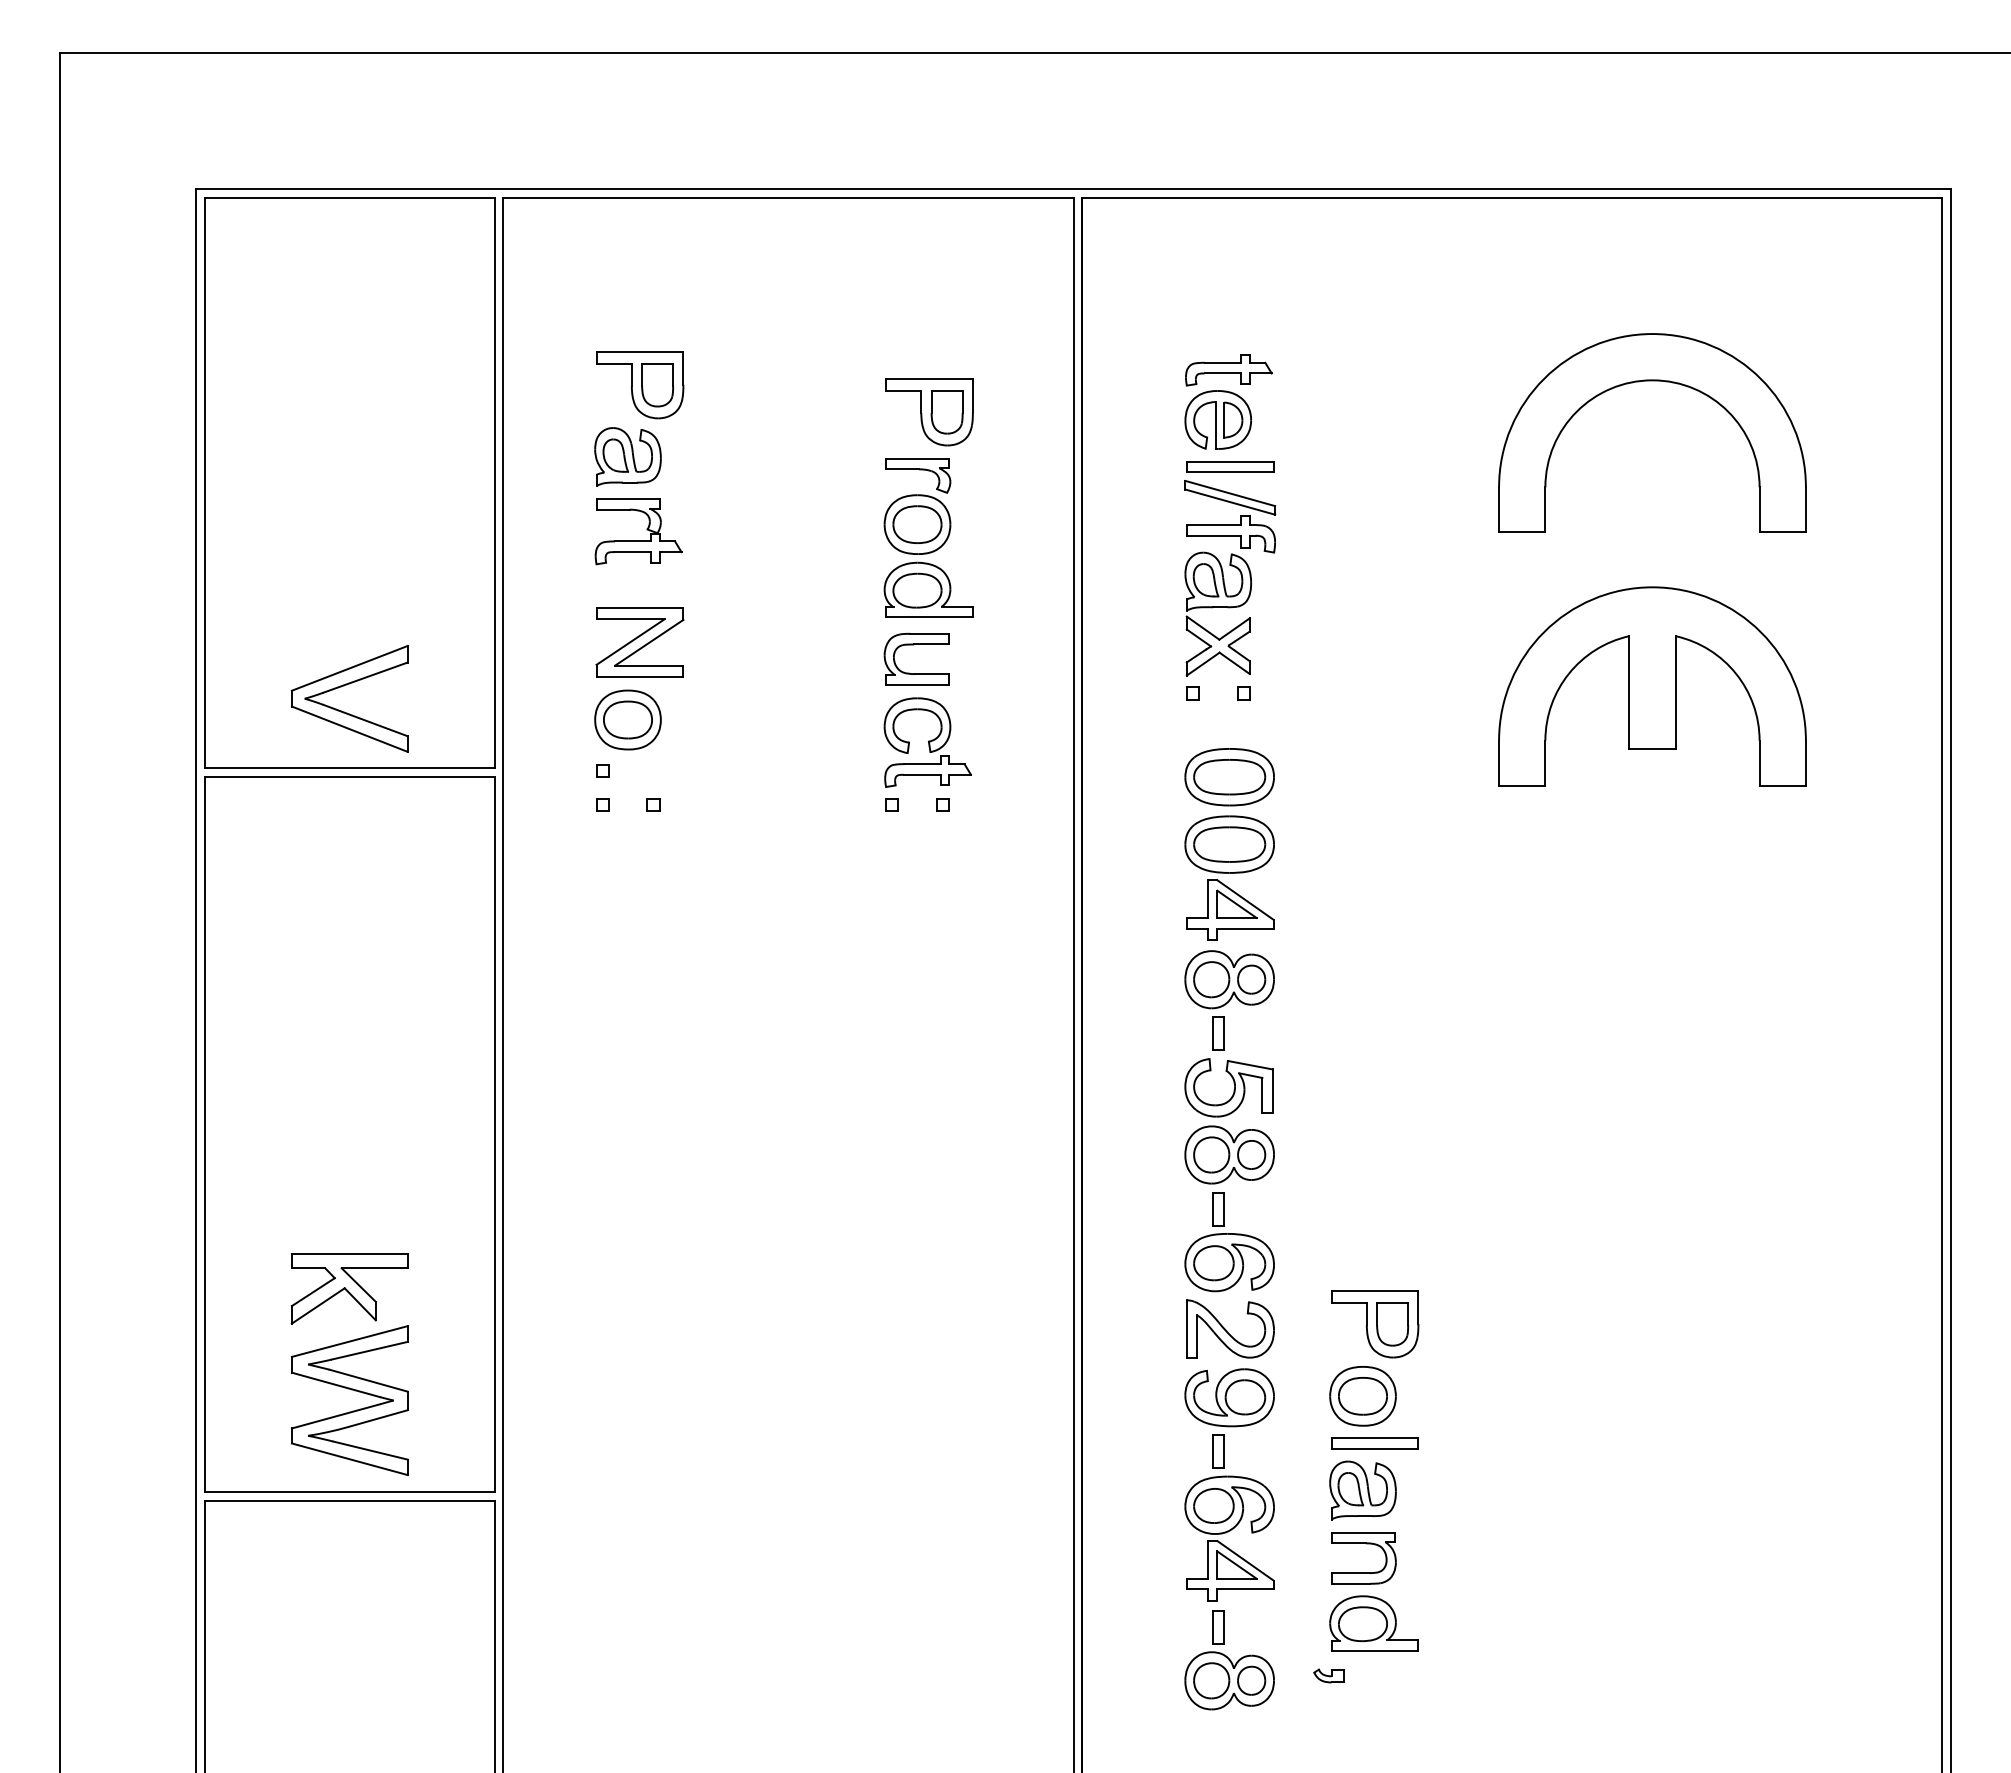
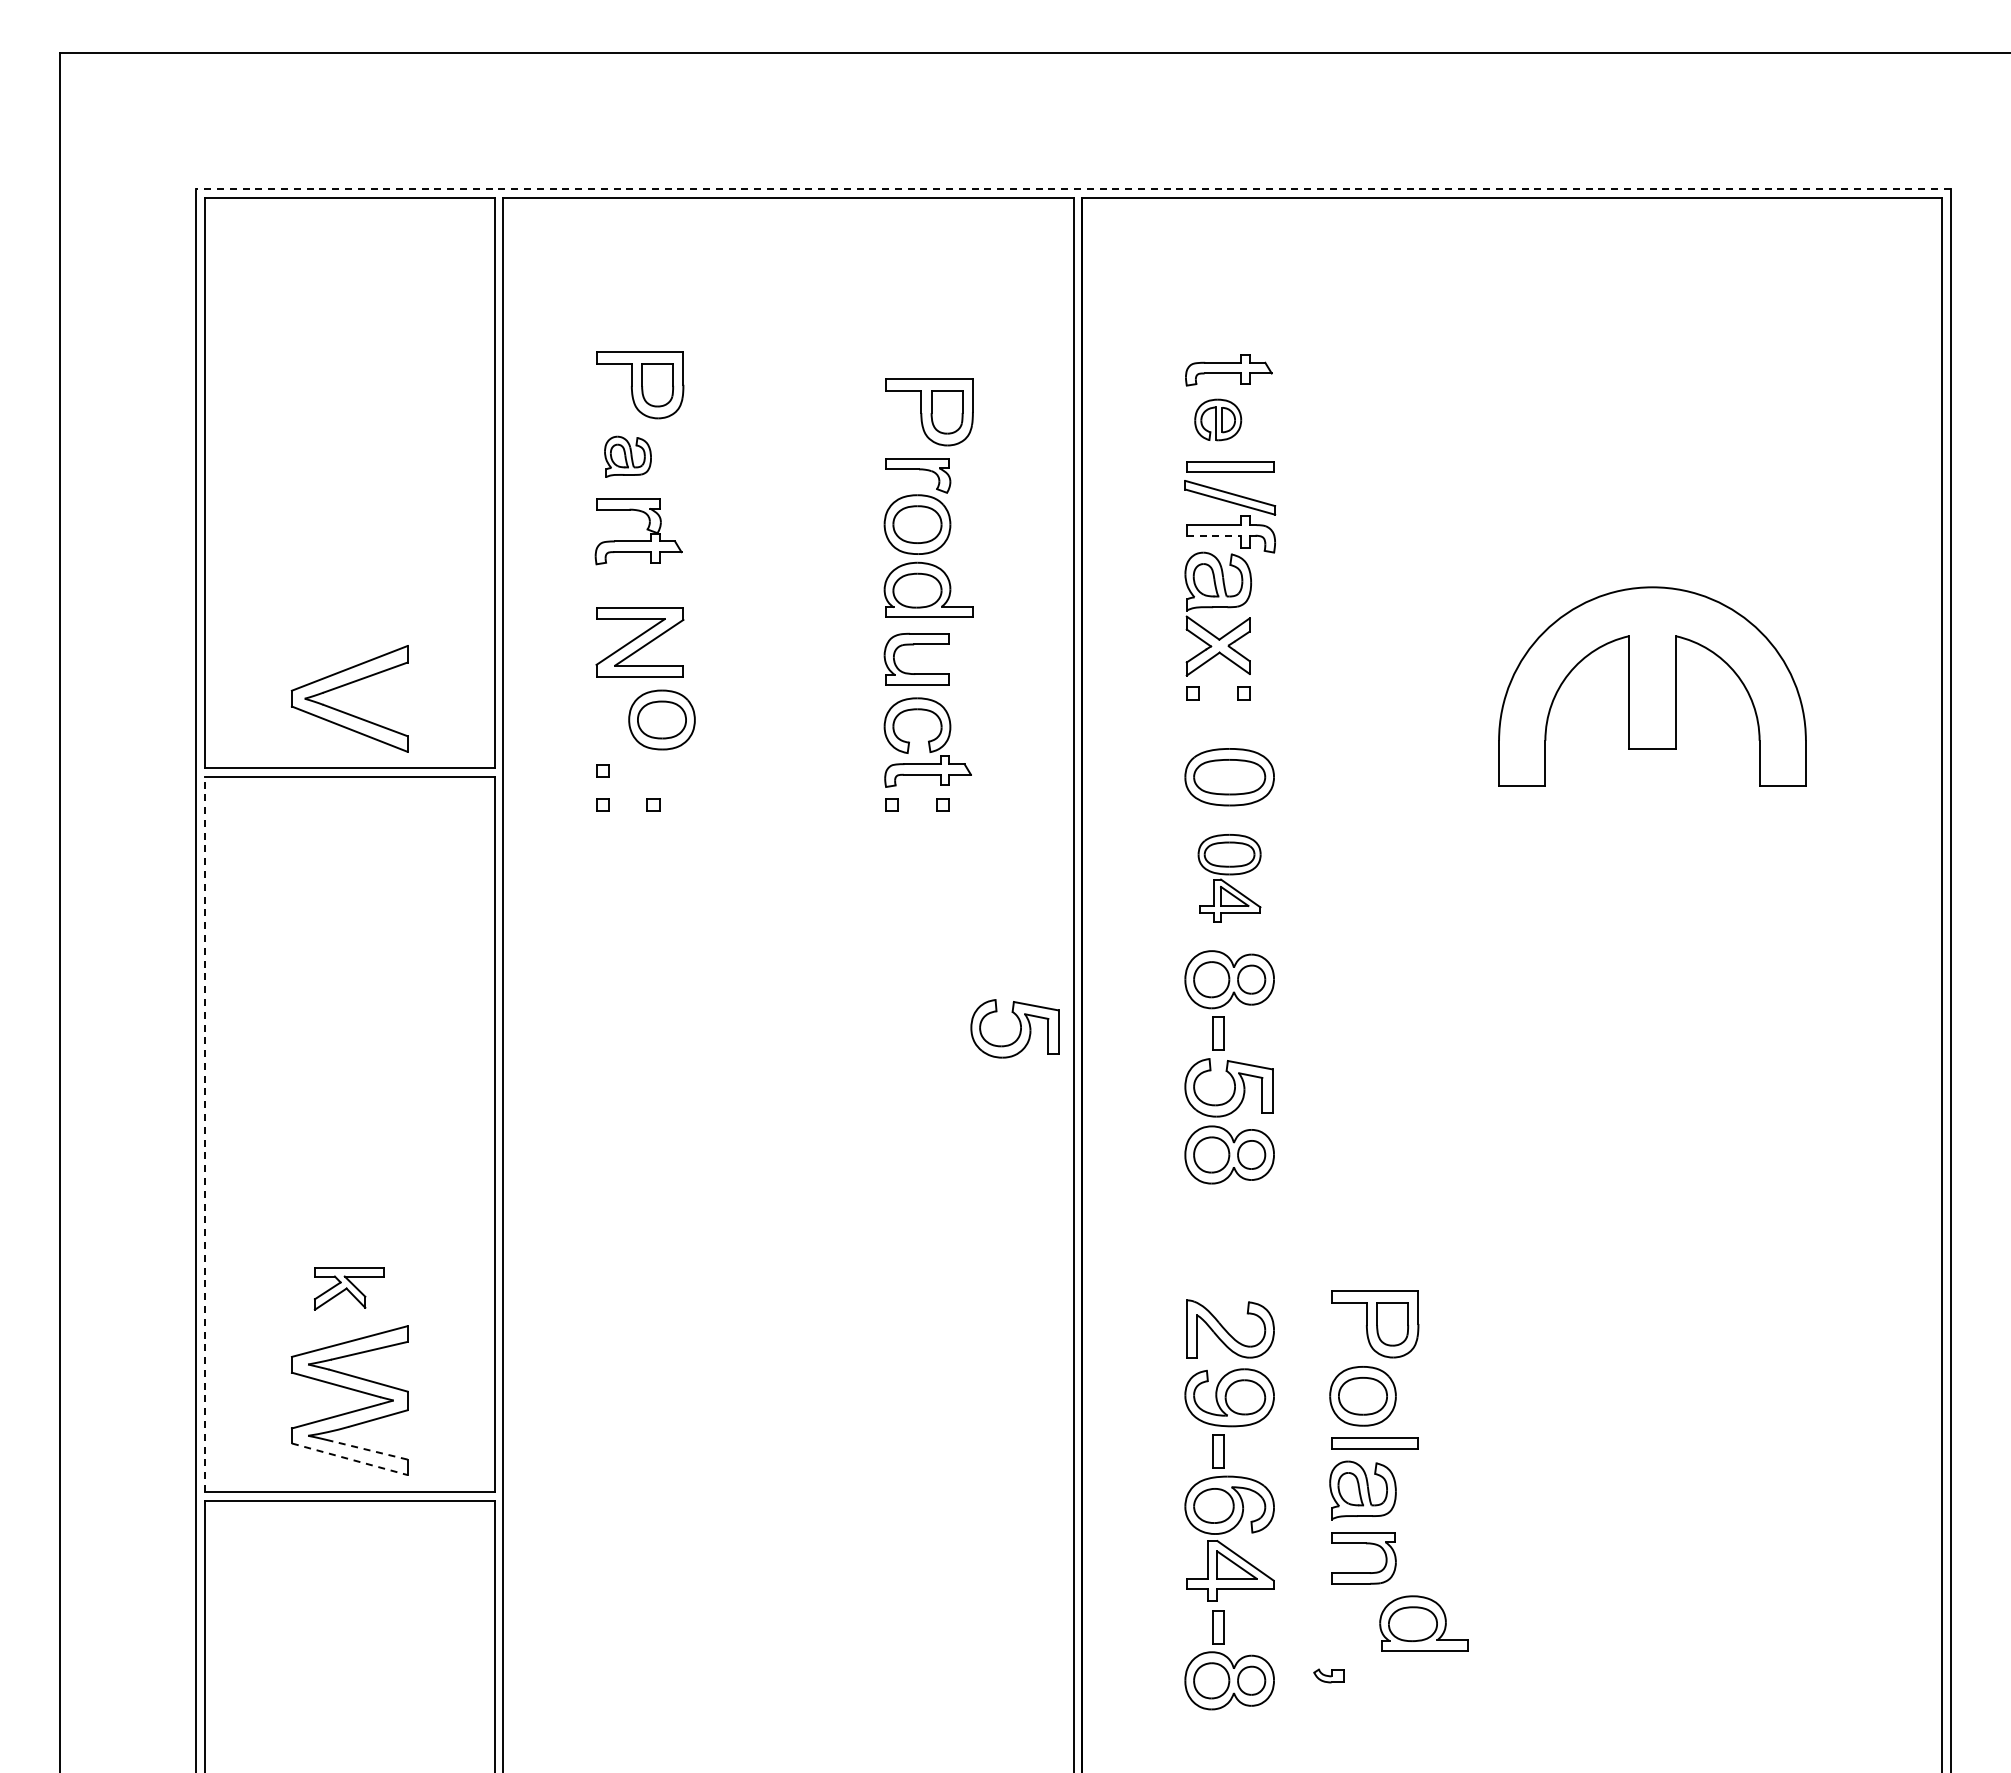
line at (1073, 189): solid -> dashed
part at (1652, 381): present -> none
part at (1217, 419) size: 68x60 px -> 49x44 px
part at (627, 456) size: 68x60 px -> 48x43 px
line at (1214, 535): solid -> dashed
part at (627, 719) position: (627, 719) -> (661, 719)
part at (1229, 877) size: 91x126 px -> 65x89 px
part at (1014, 1028): none -> present
line at (205, 1134): solid -> dashed
part at (1229, 1242): present -> none
part at (349, 1288) size: 119x72 px -> 72x44 px
line at (370, 1450): solid -> dashed
line at (350, 1459): solid -> dashed
part at (1373, 1623) position: (1373, 1623) -> (1423, 1623)
